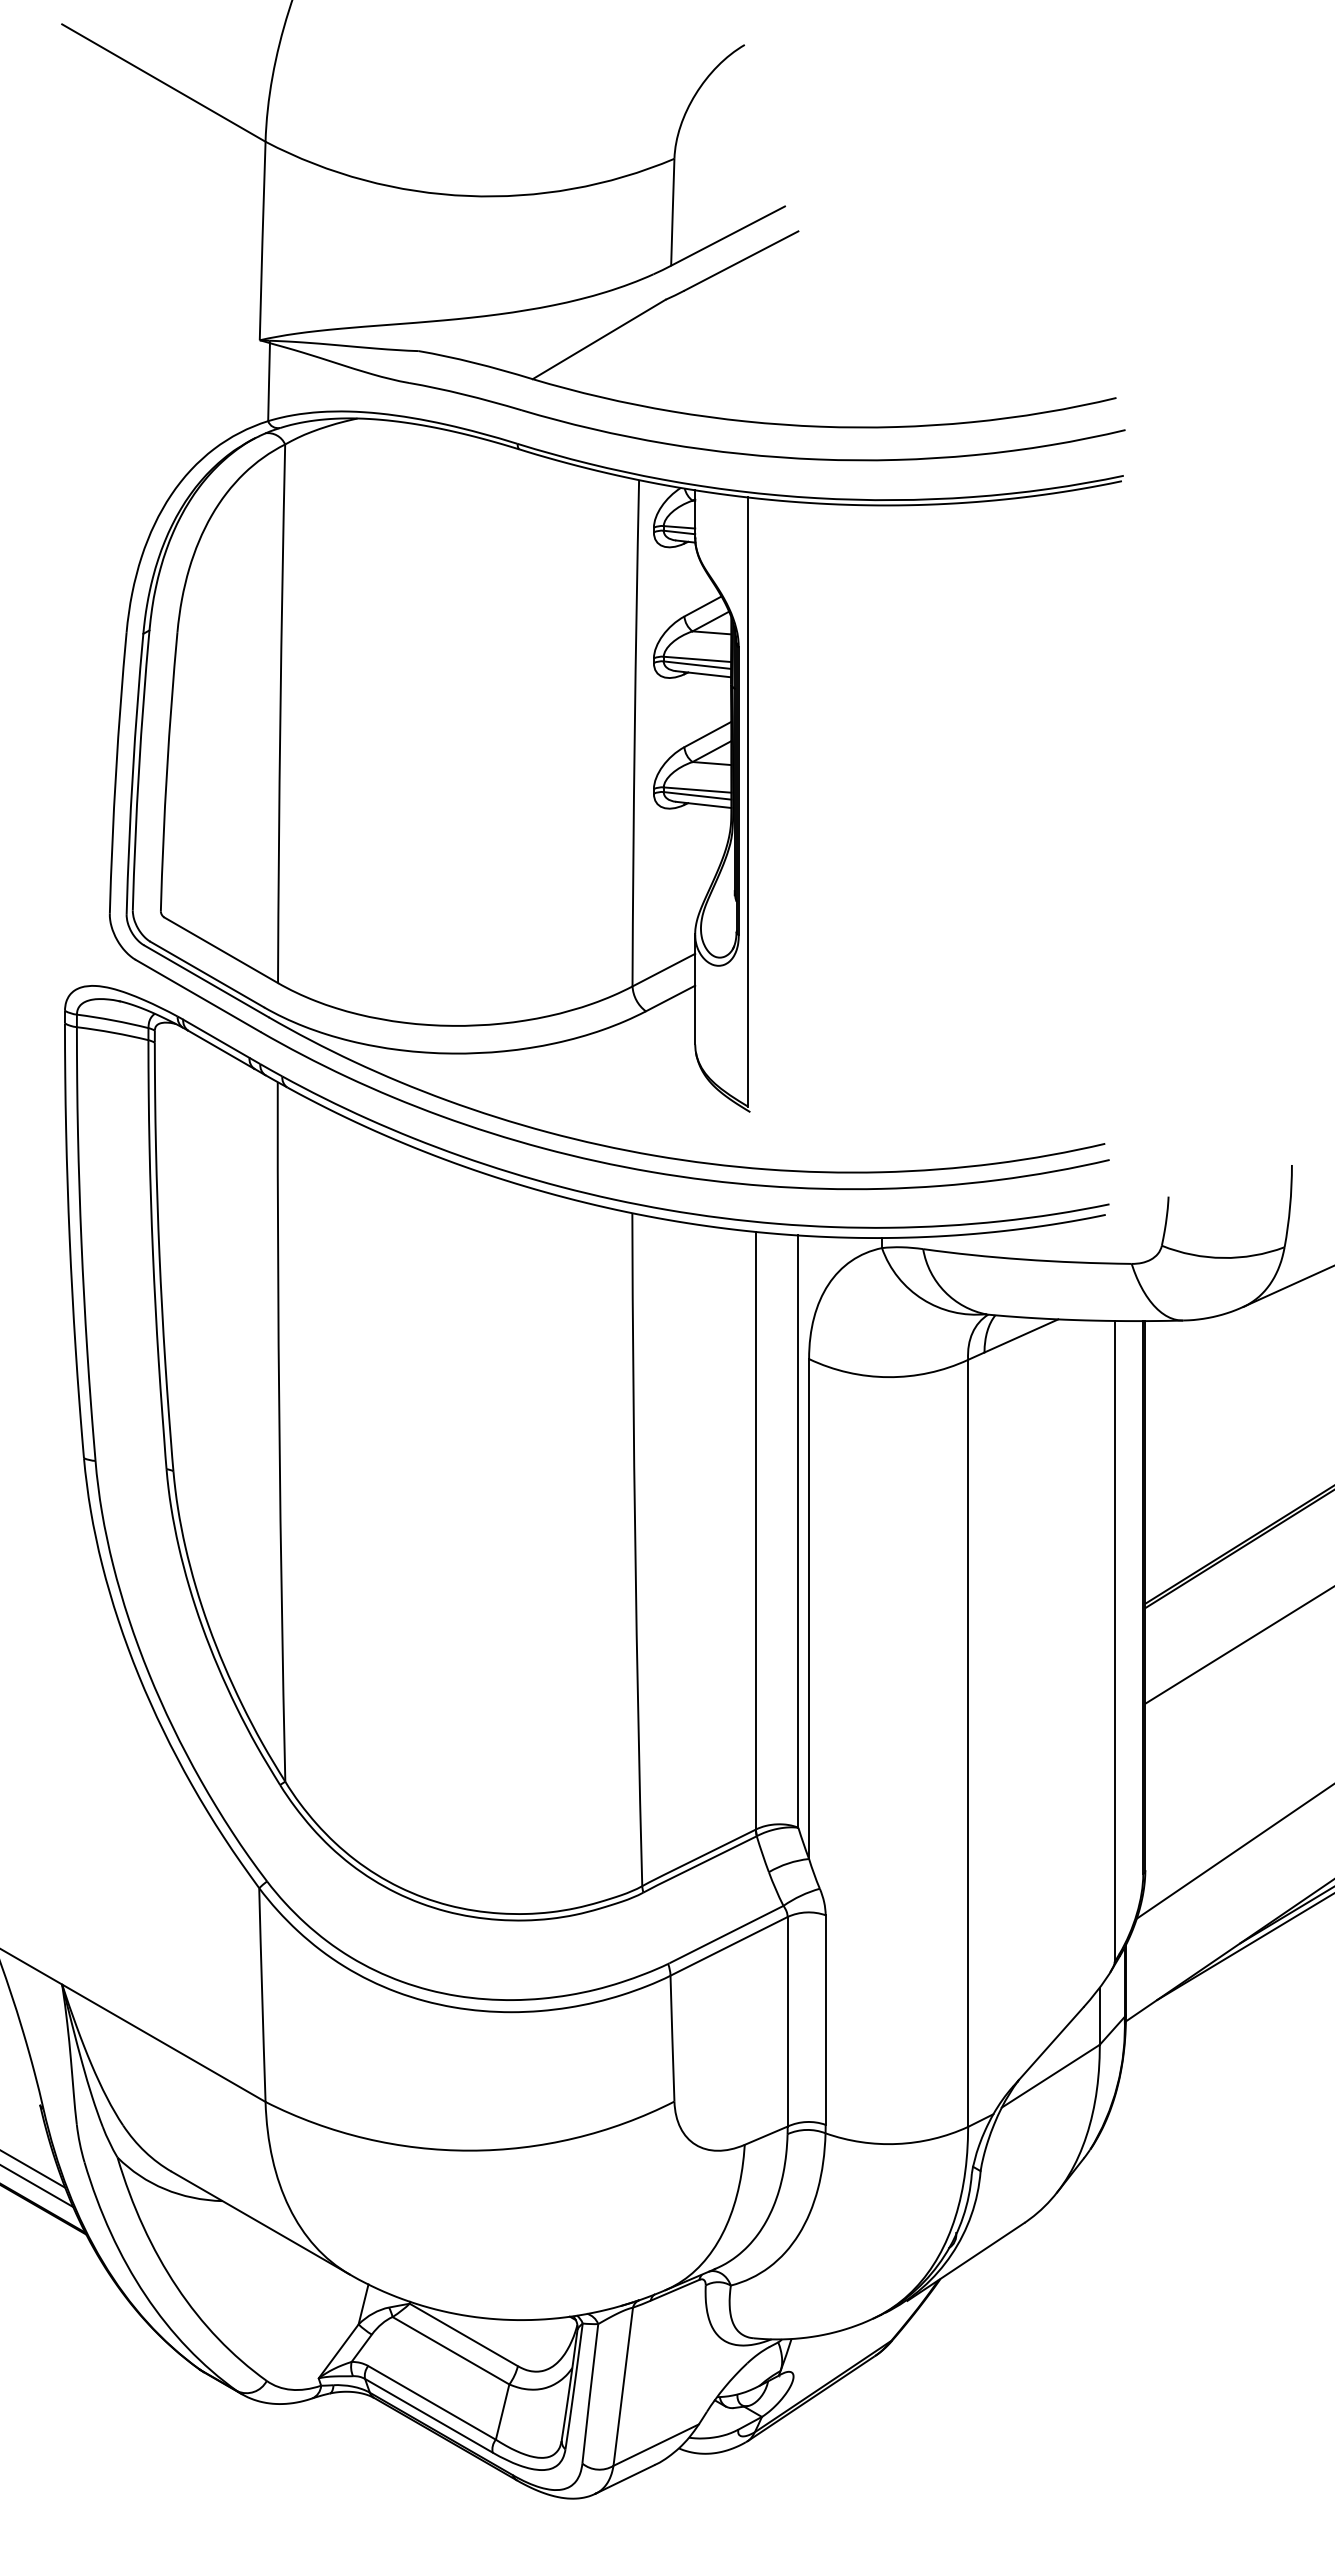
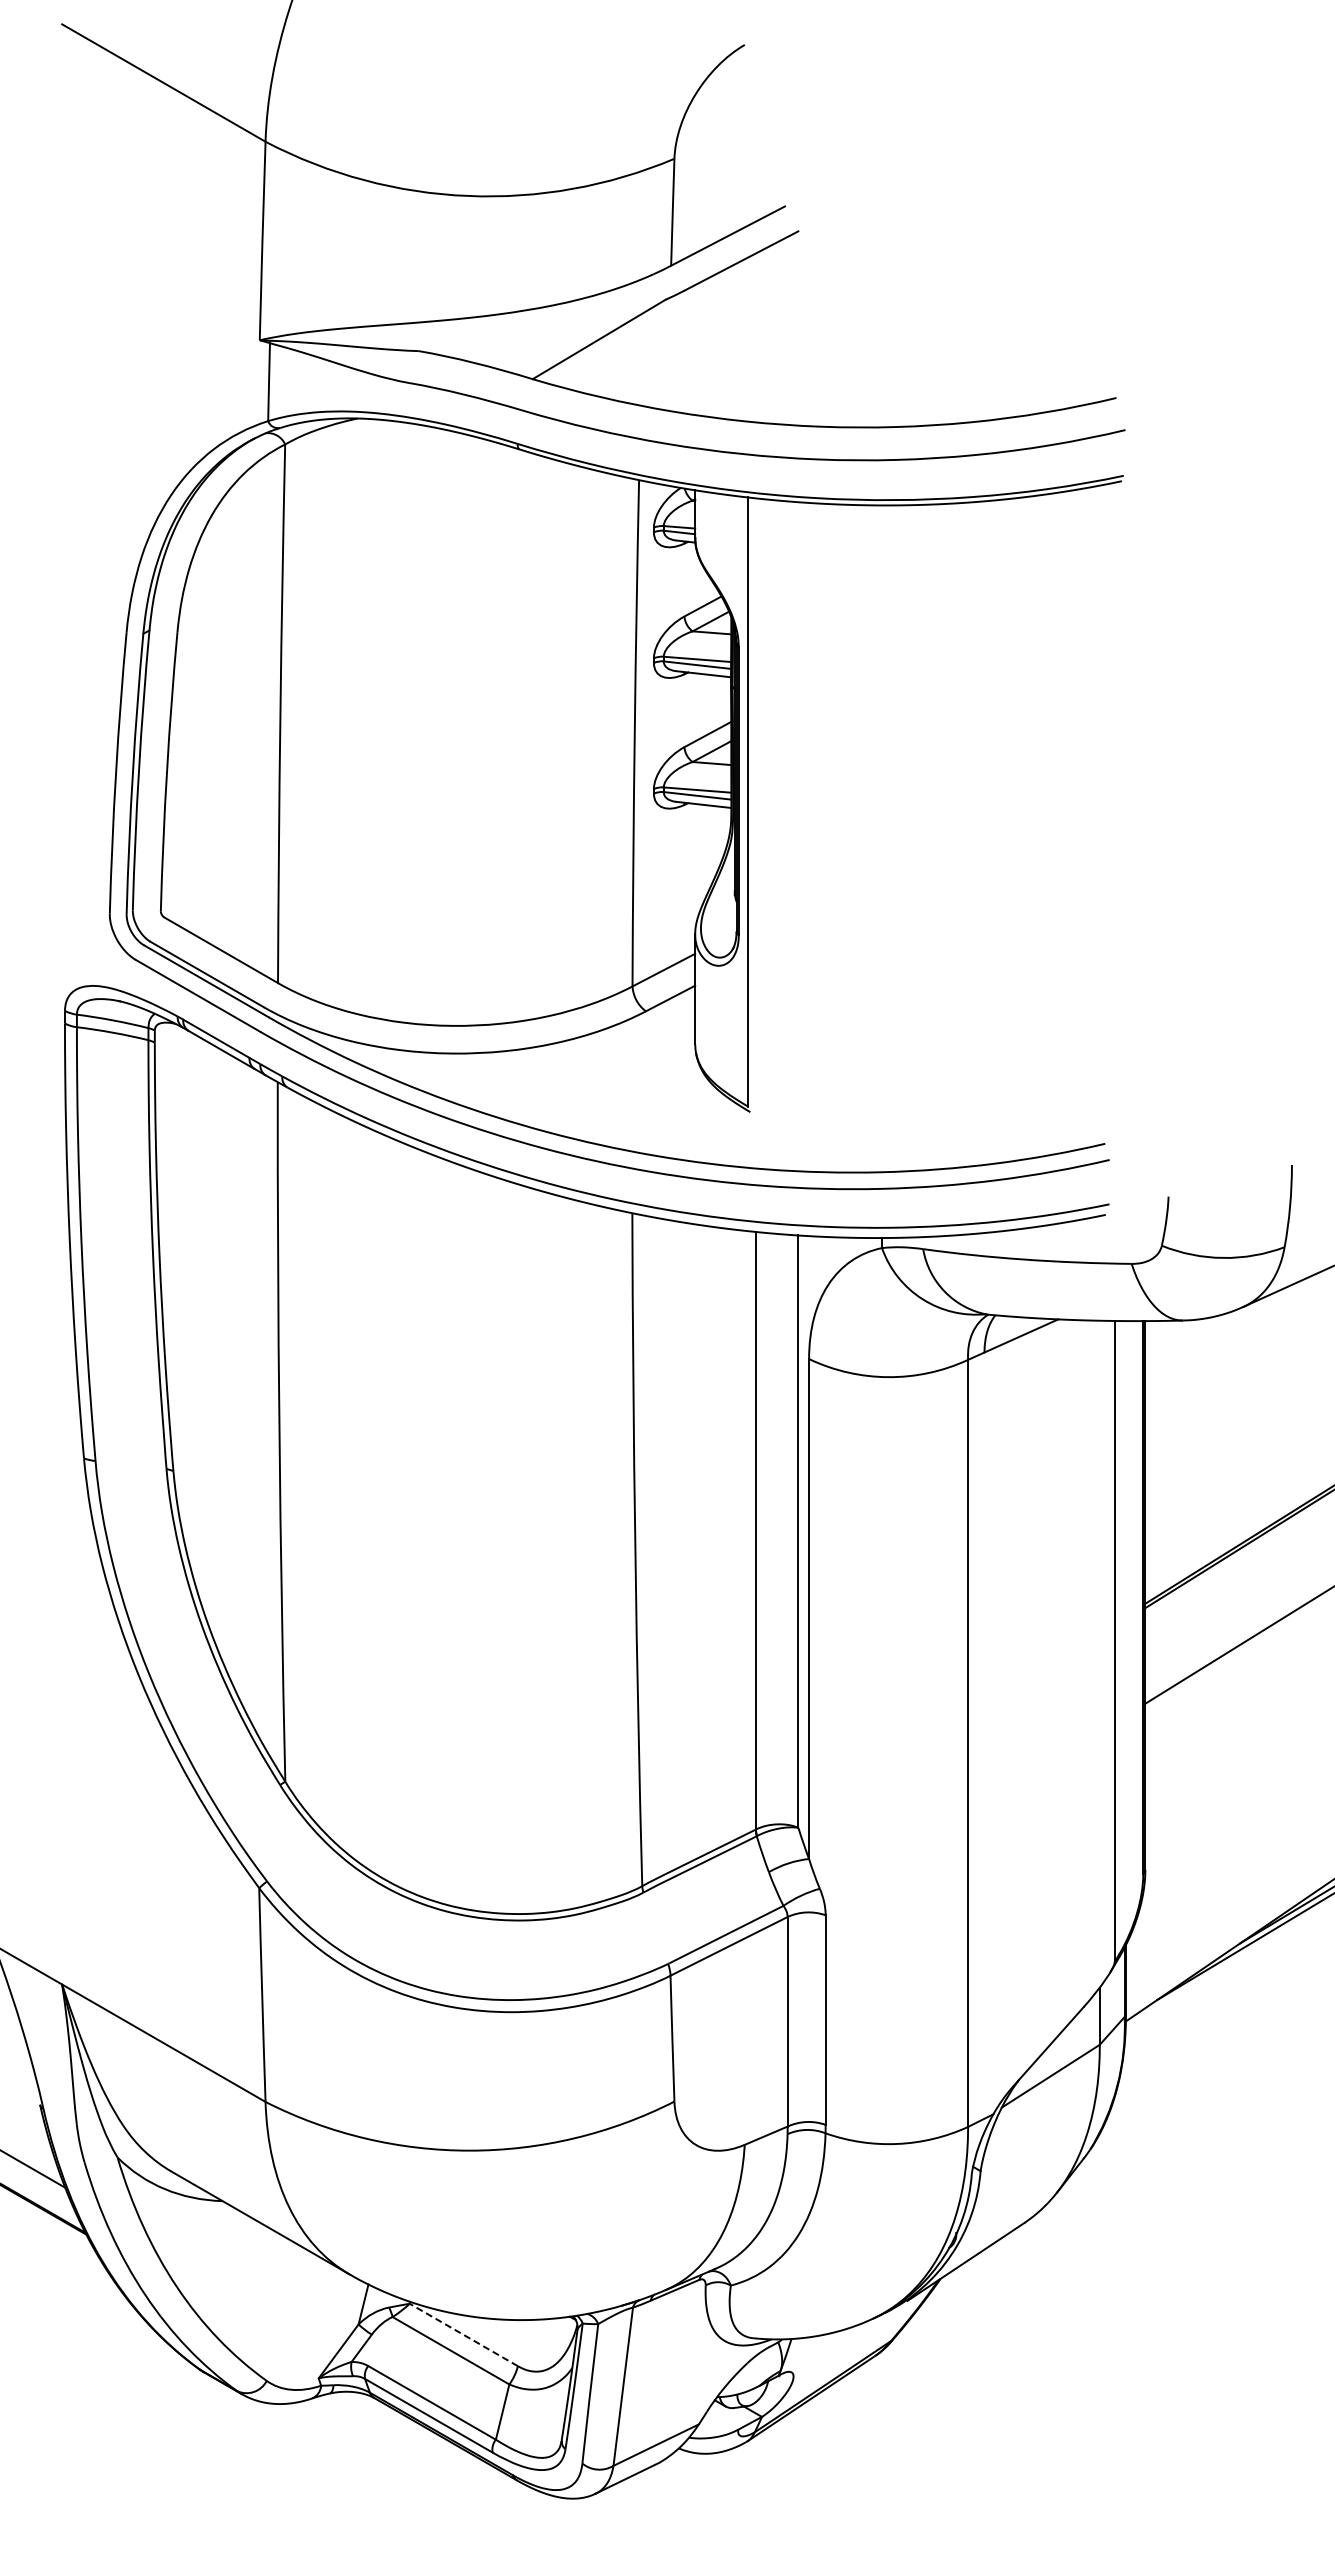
line at (1233, 1851): present -> none
line at (37, 2186): present -> none
line at (463, 2334): solid -> dashed
